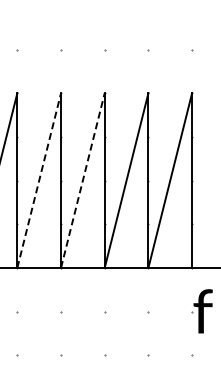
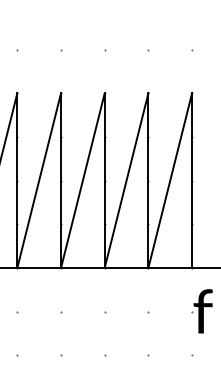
line at (39, 180): dashed -> solid
line at (83, 180): dashed -> solid
